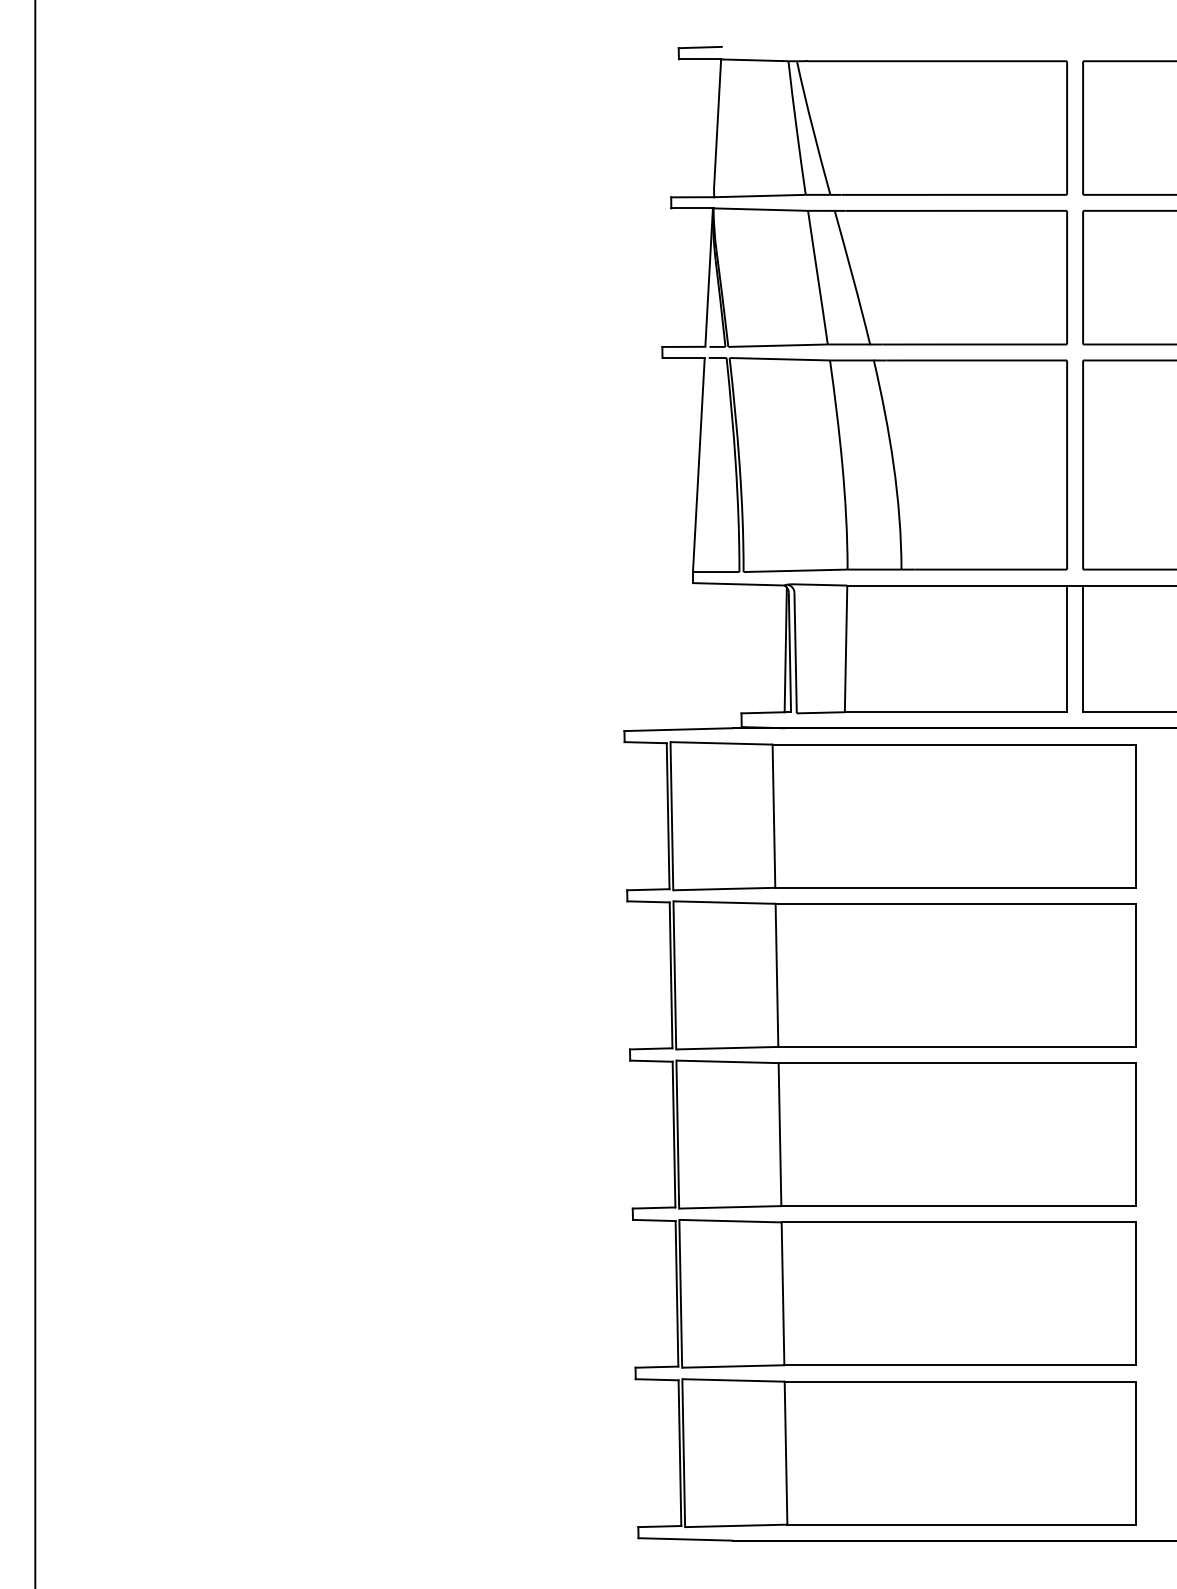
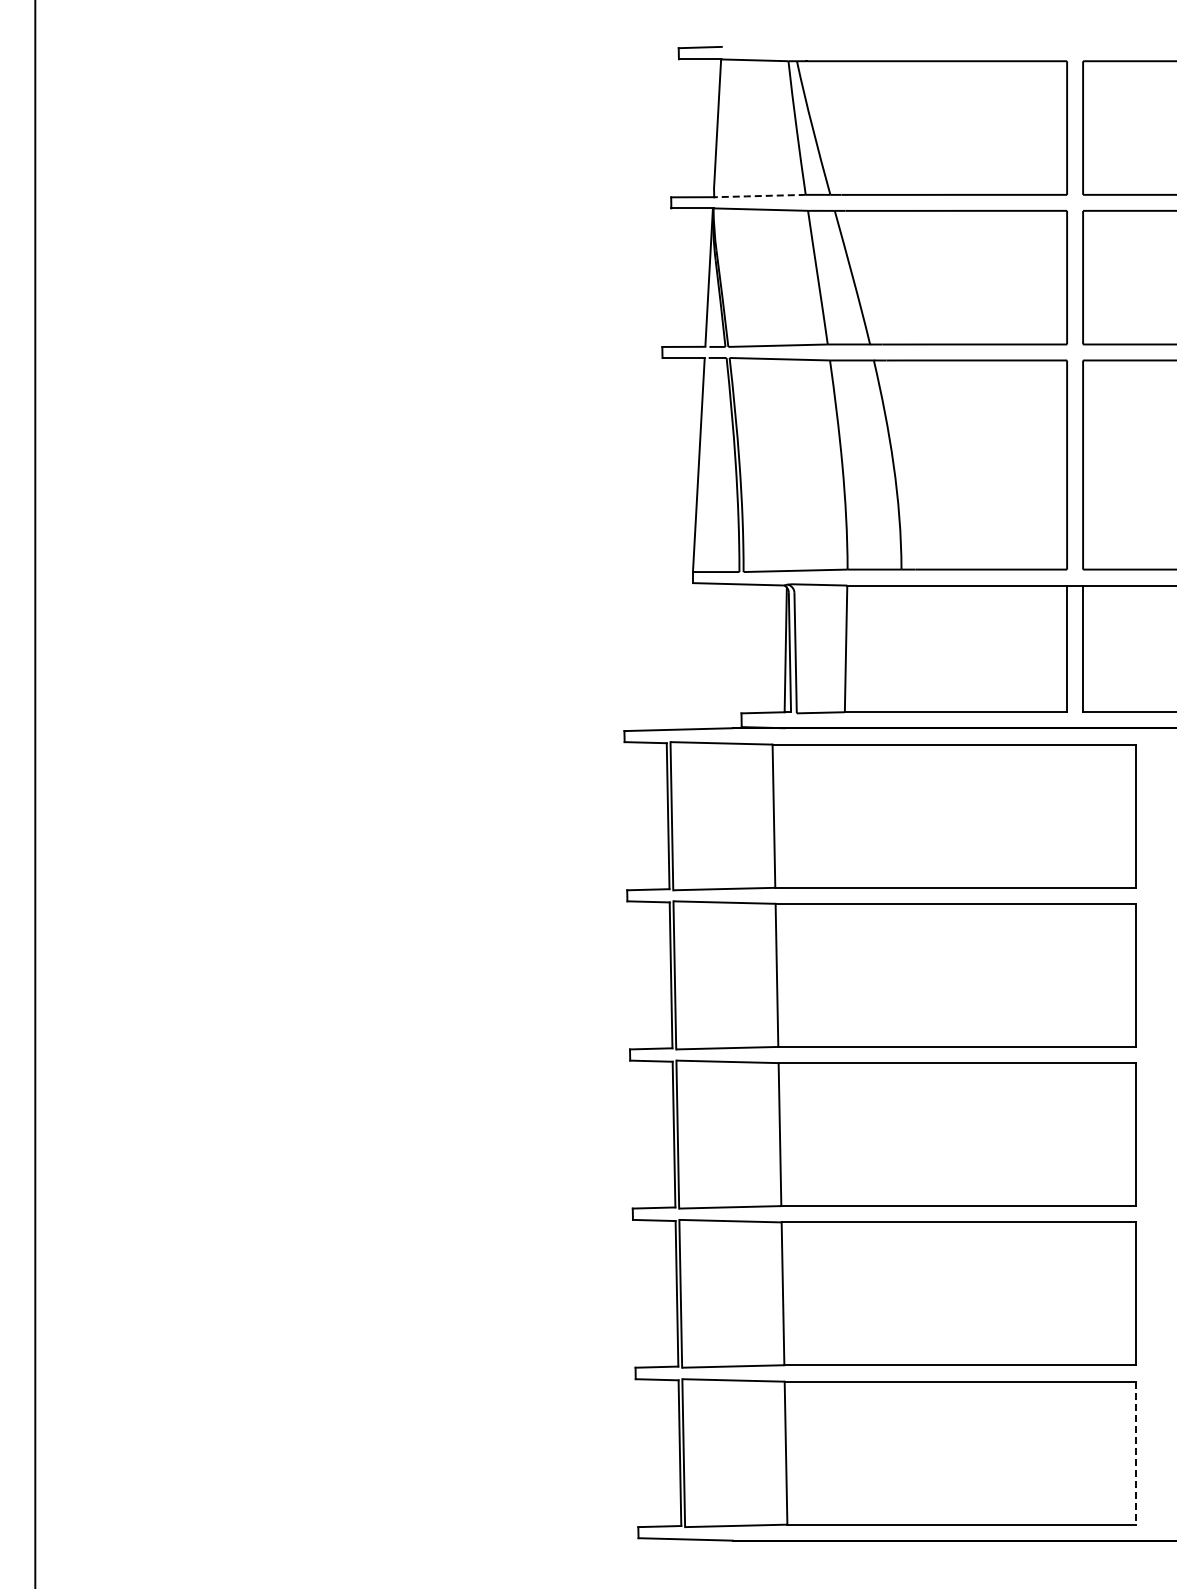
line at (758, 196): solid -> dashed
line at (1135, 1454): solid -> dashed
